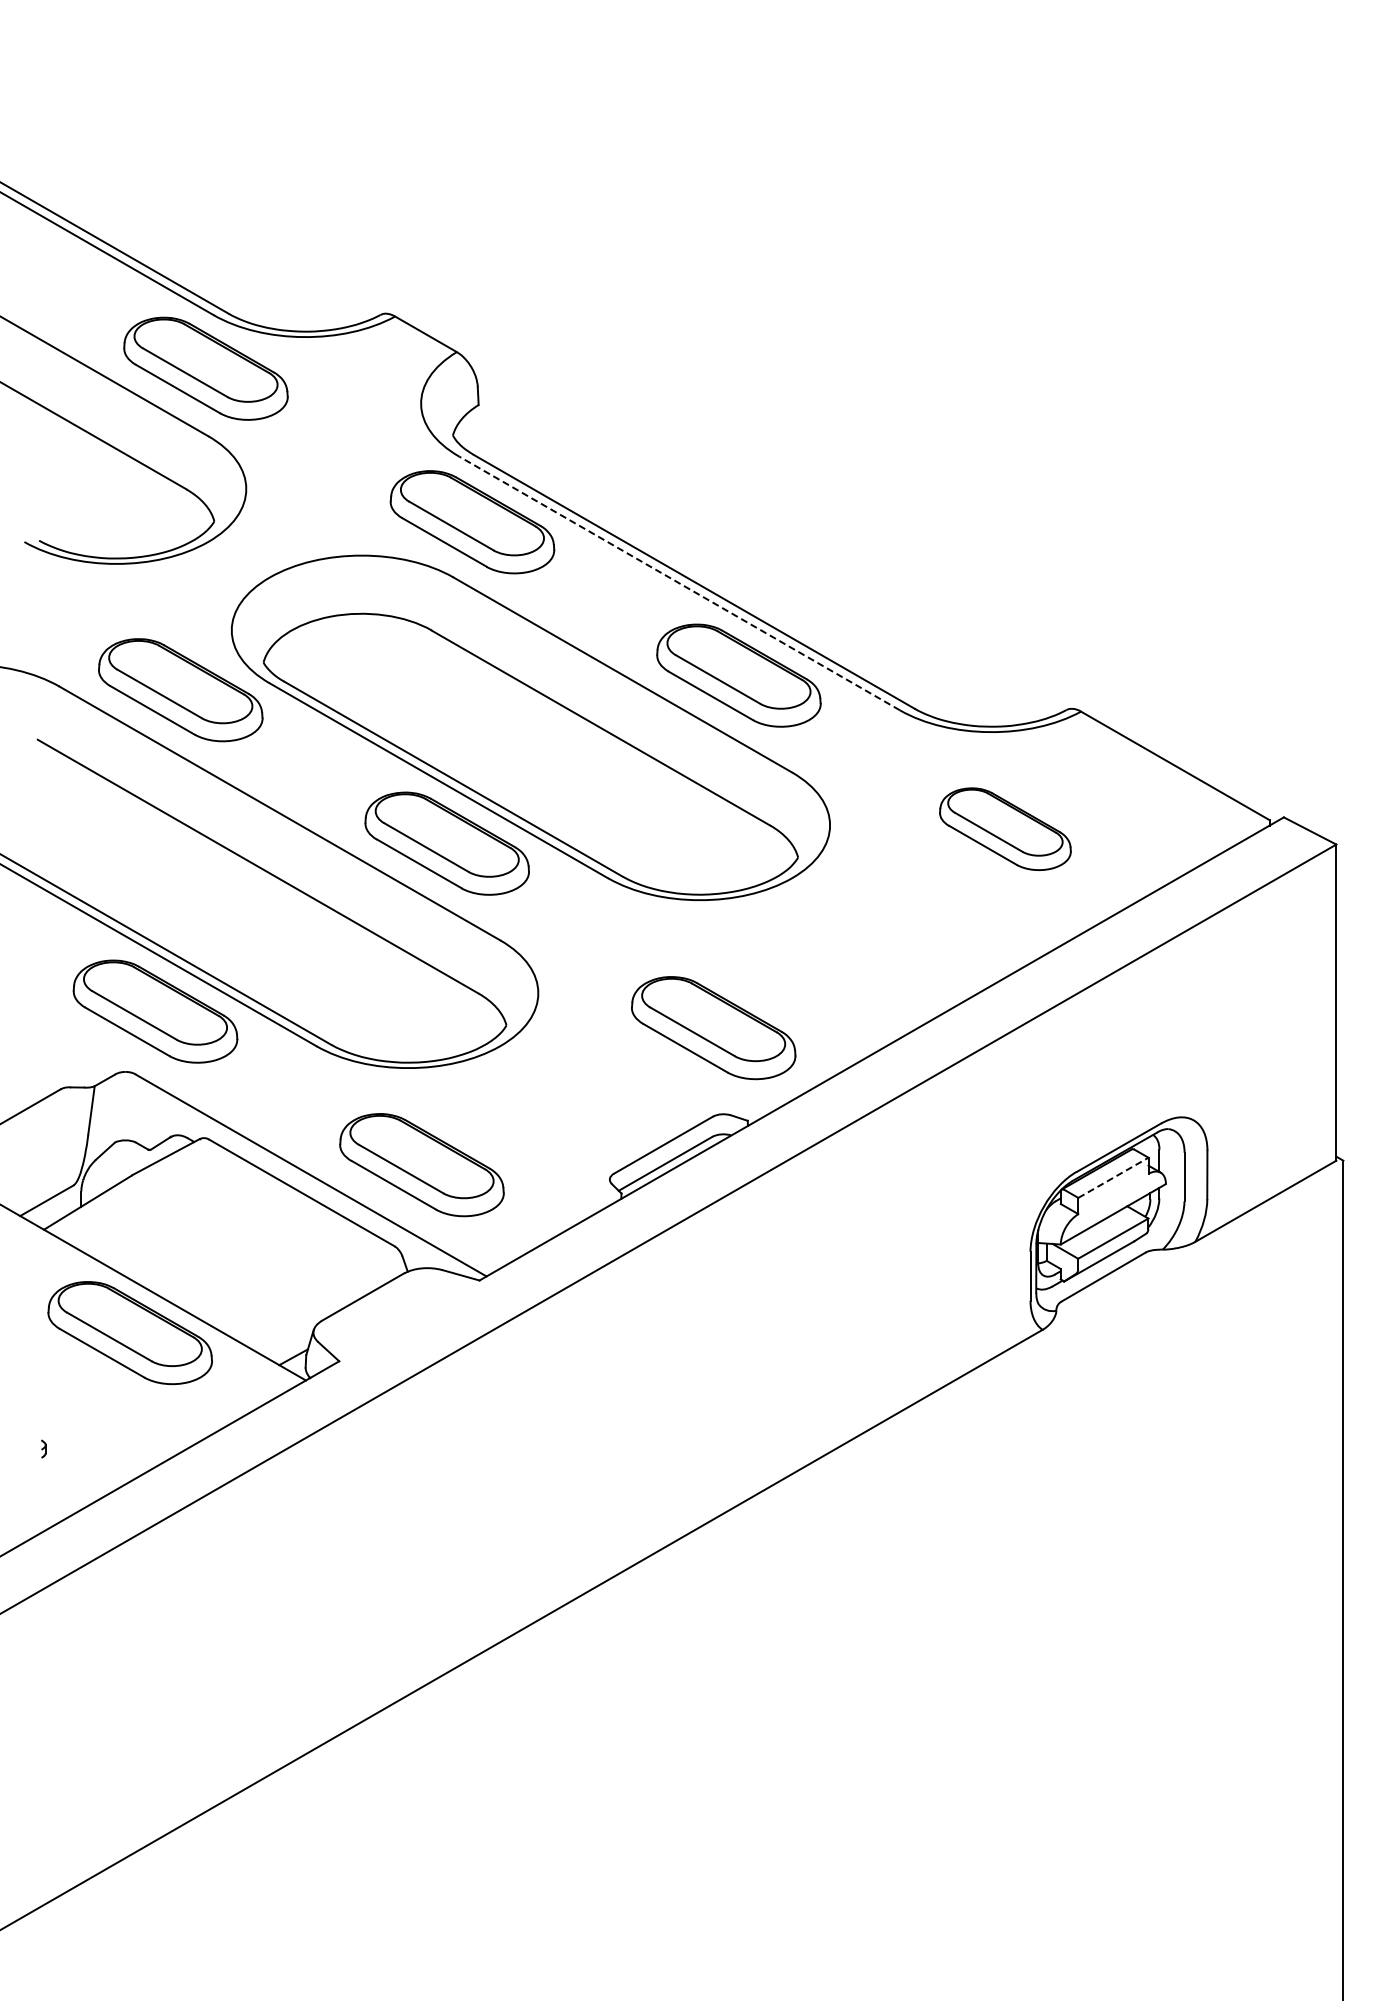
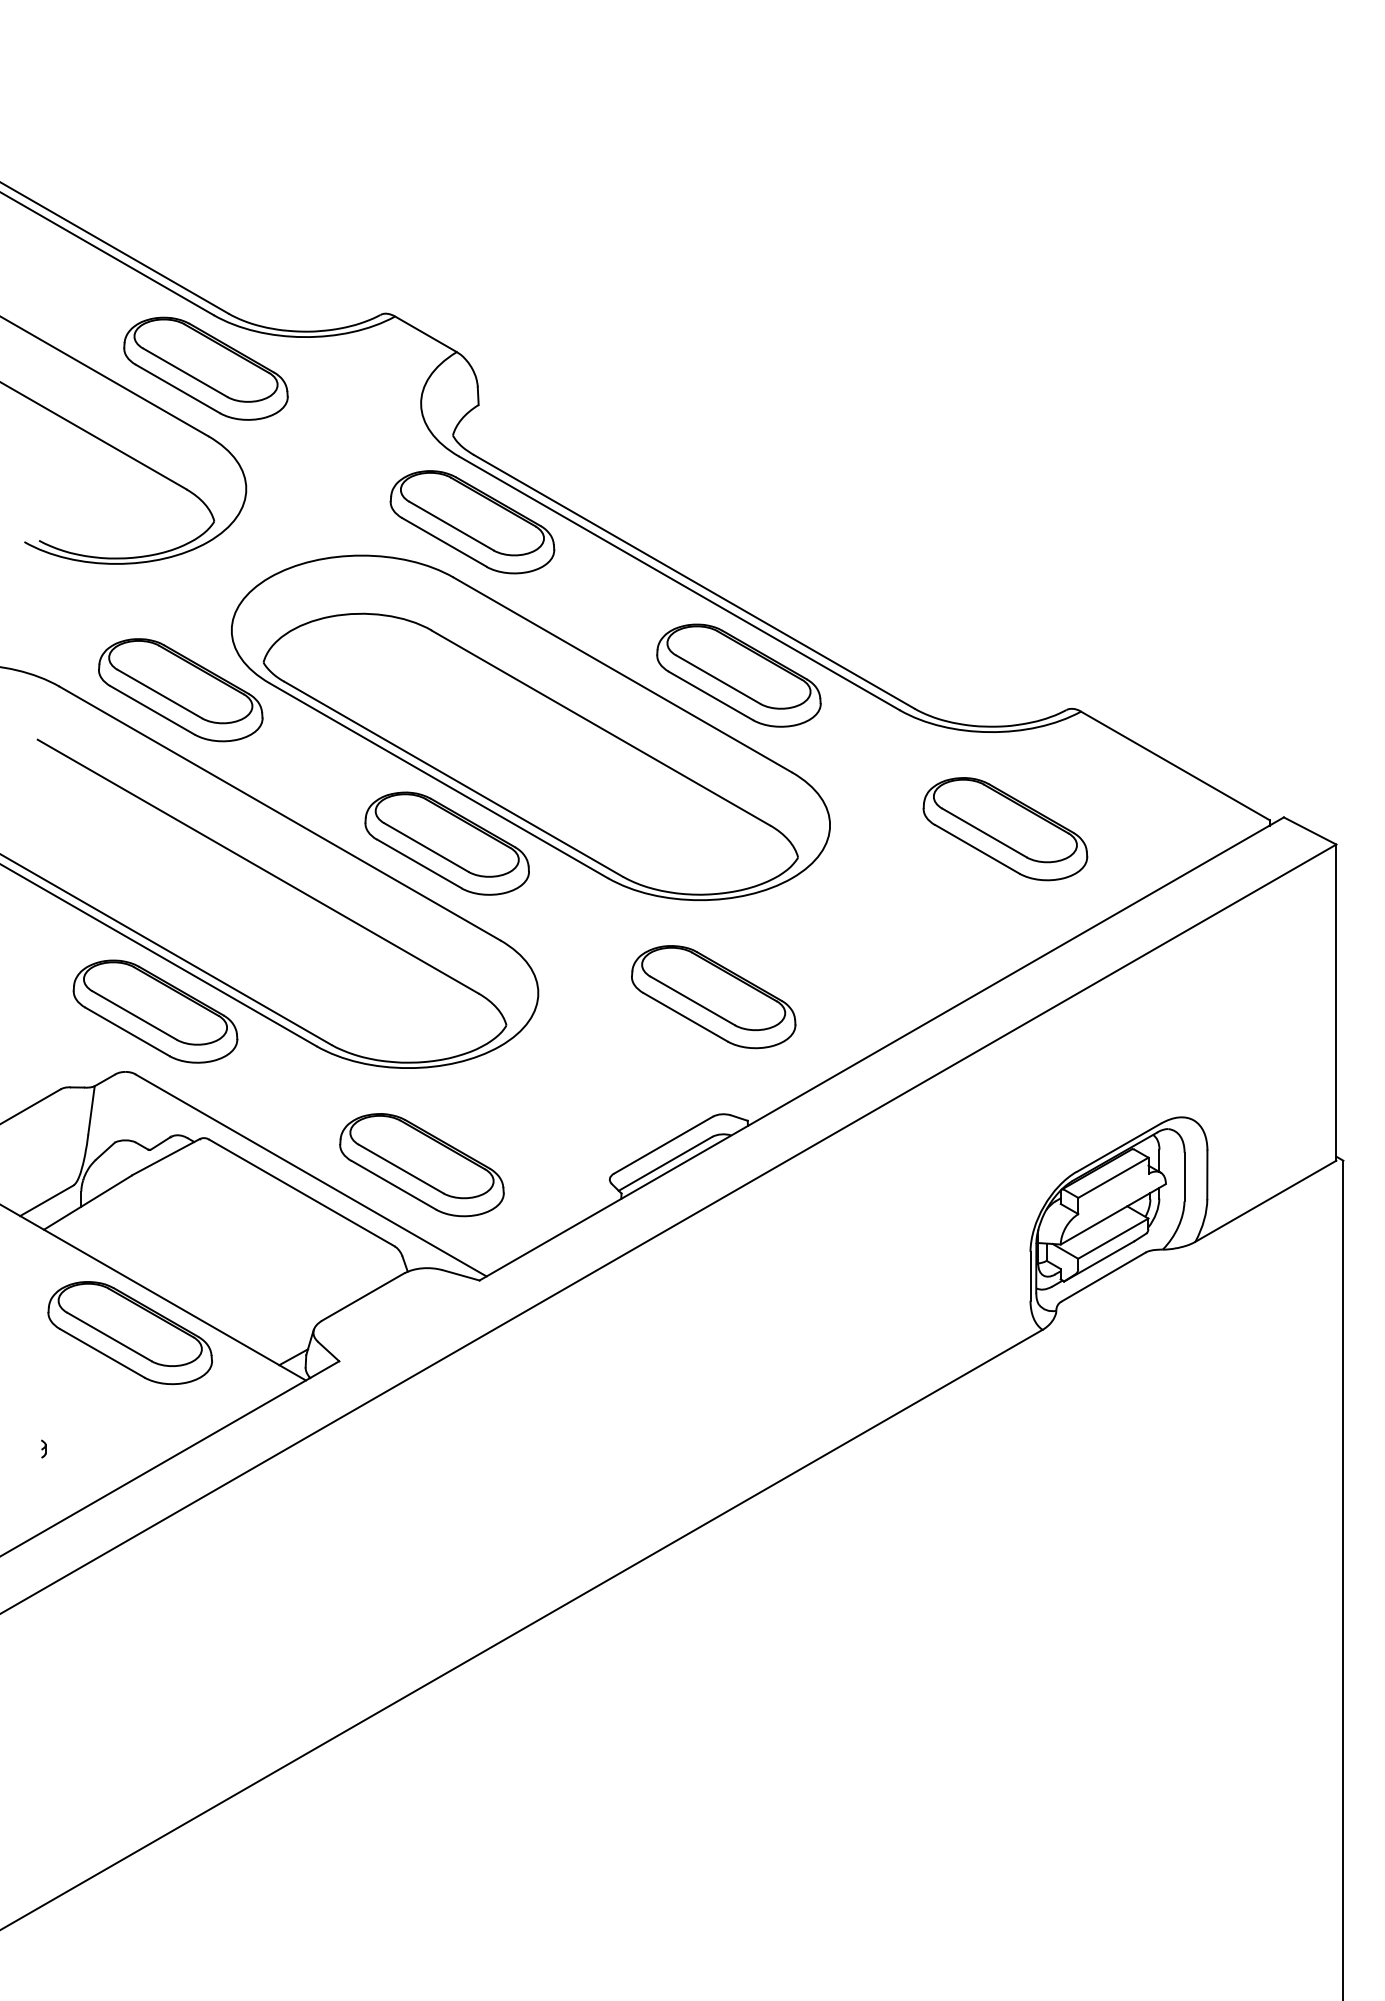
line at (679, 583): dashed -> solid
part at (1005, 828) size: 133x84 px -> 167x105 px
part at (713, 1028) position: (713, 1028) -> (713, 997)
line at (1113, 1177): dashed -> solid
